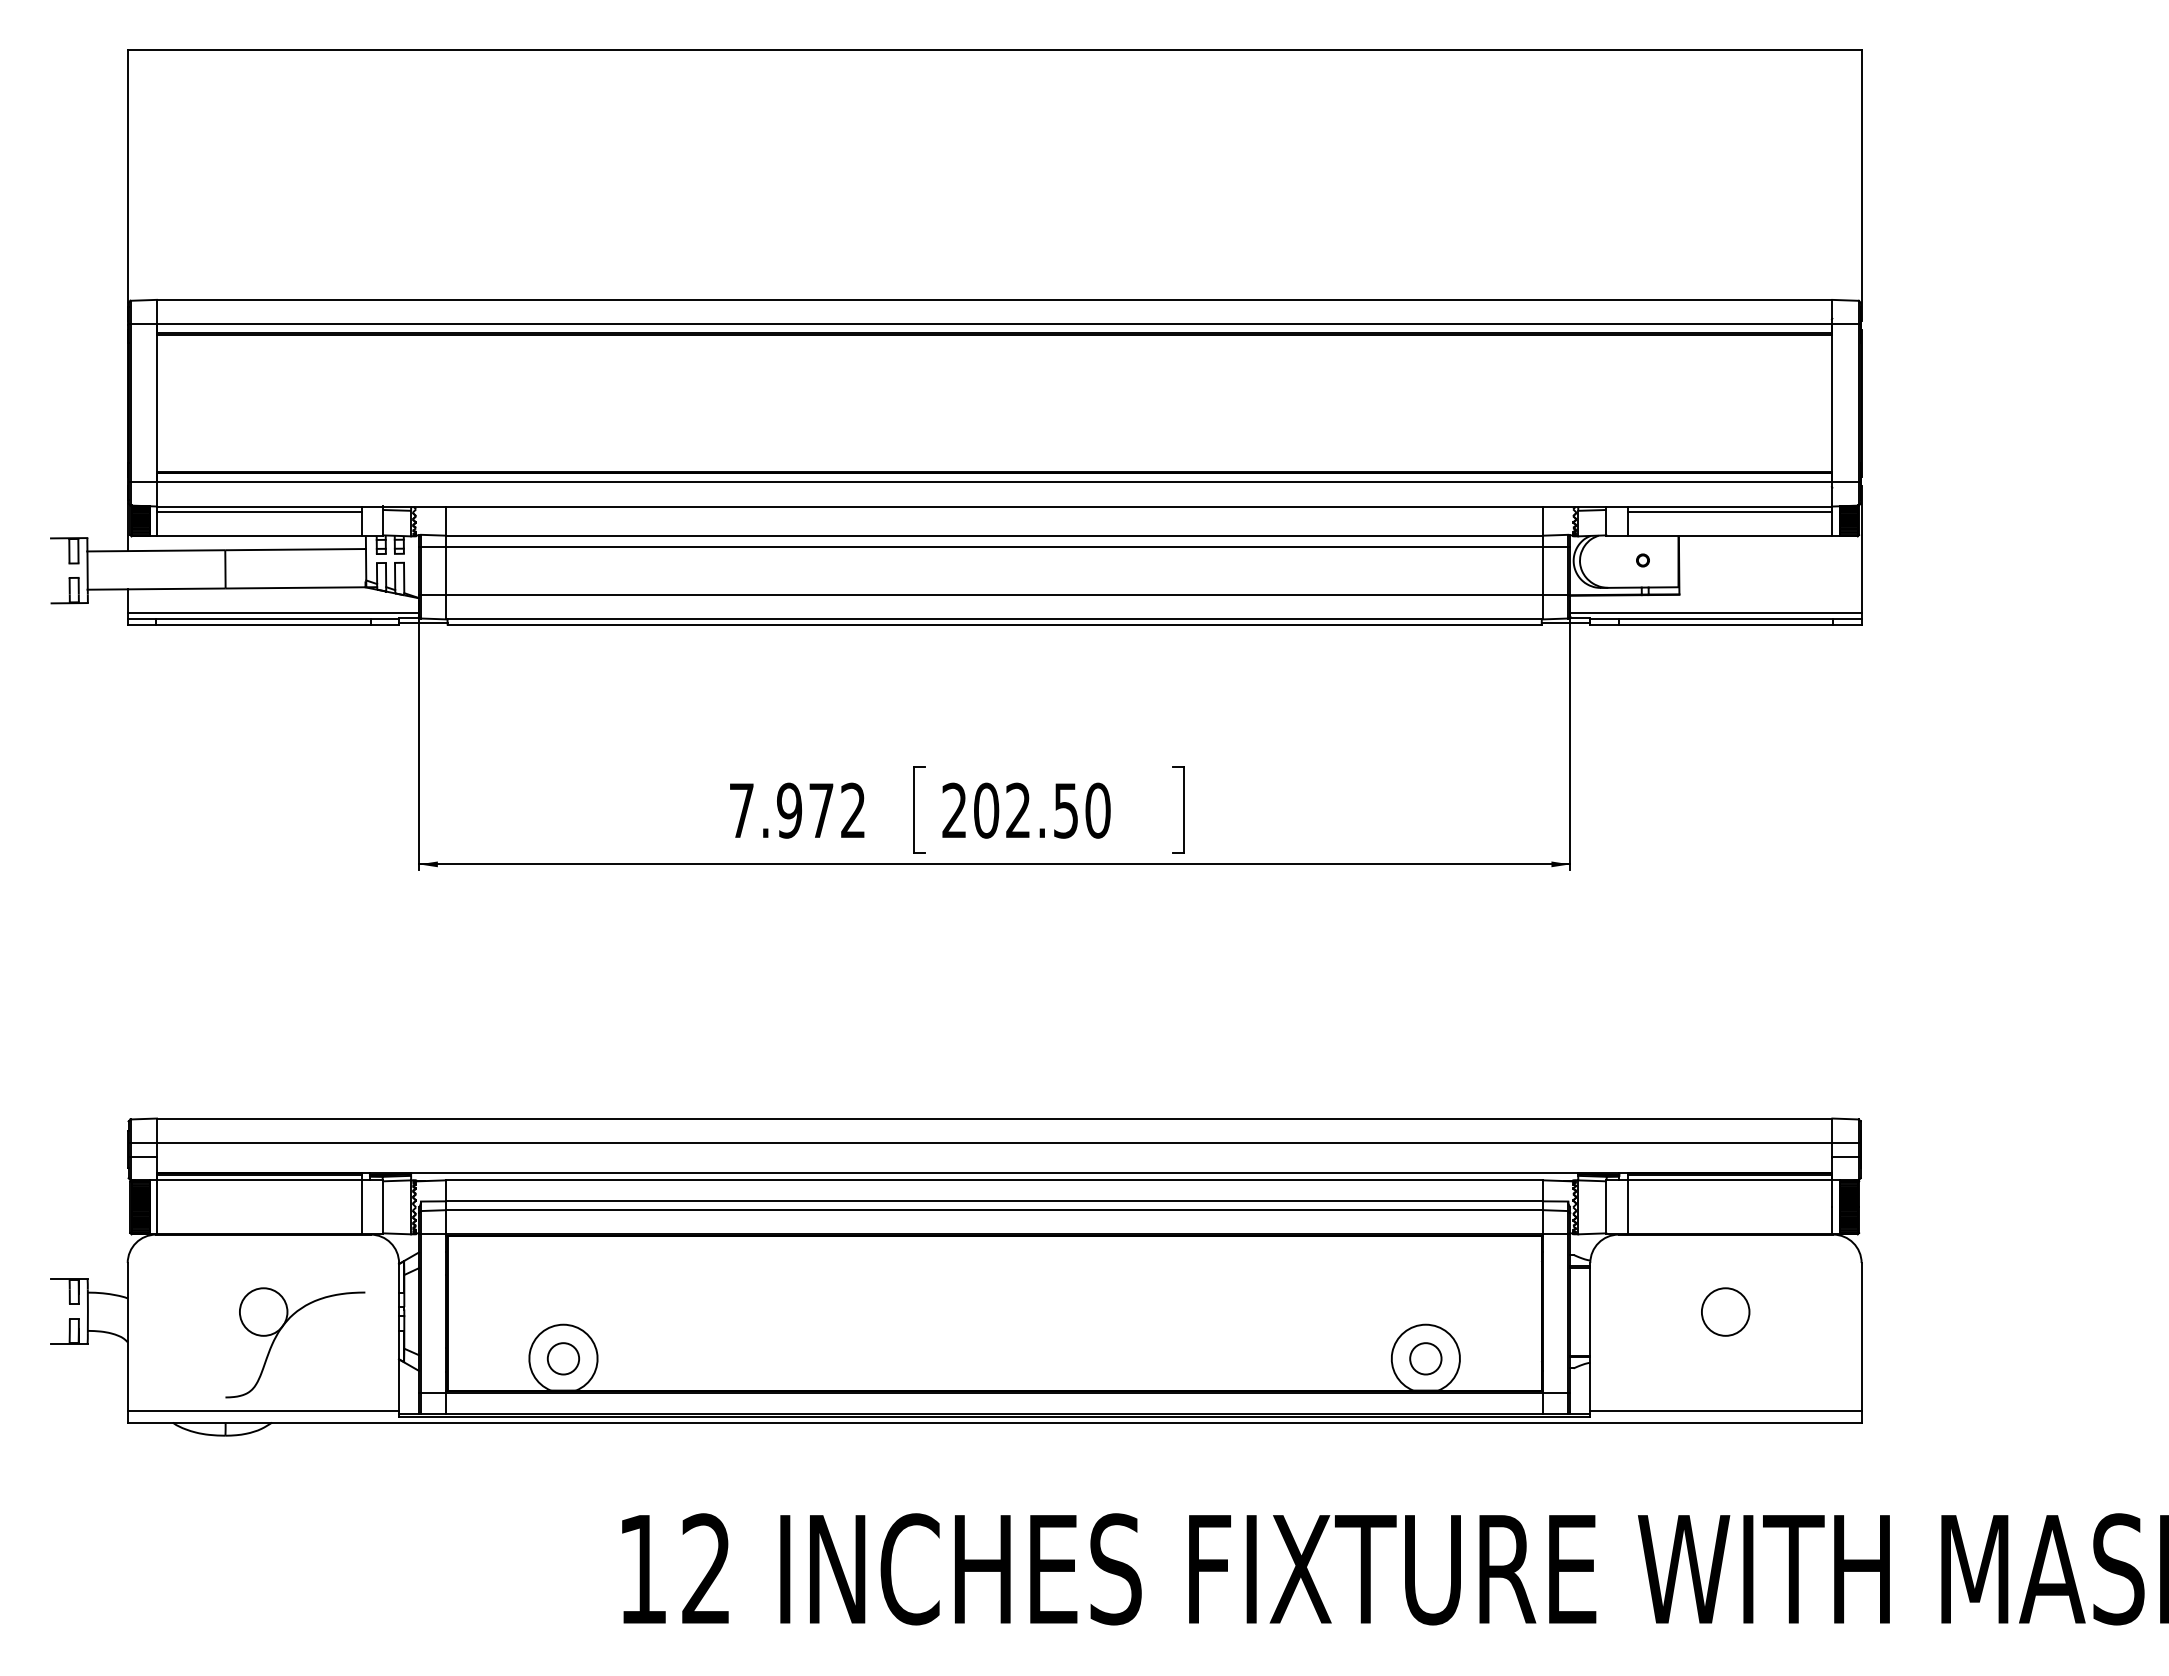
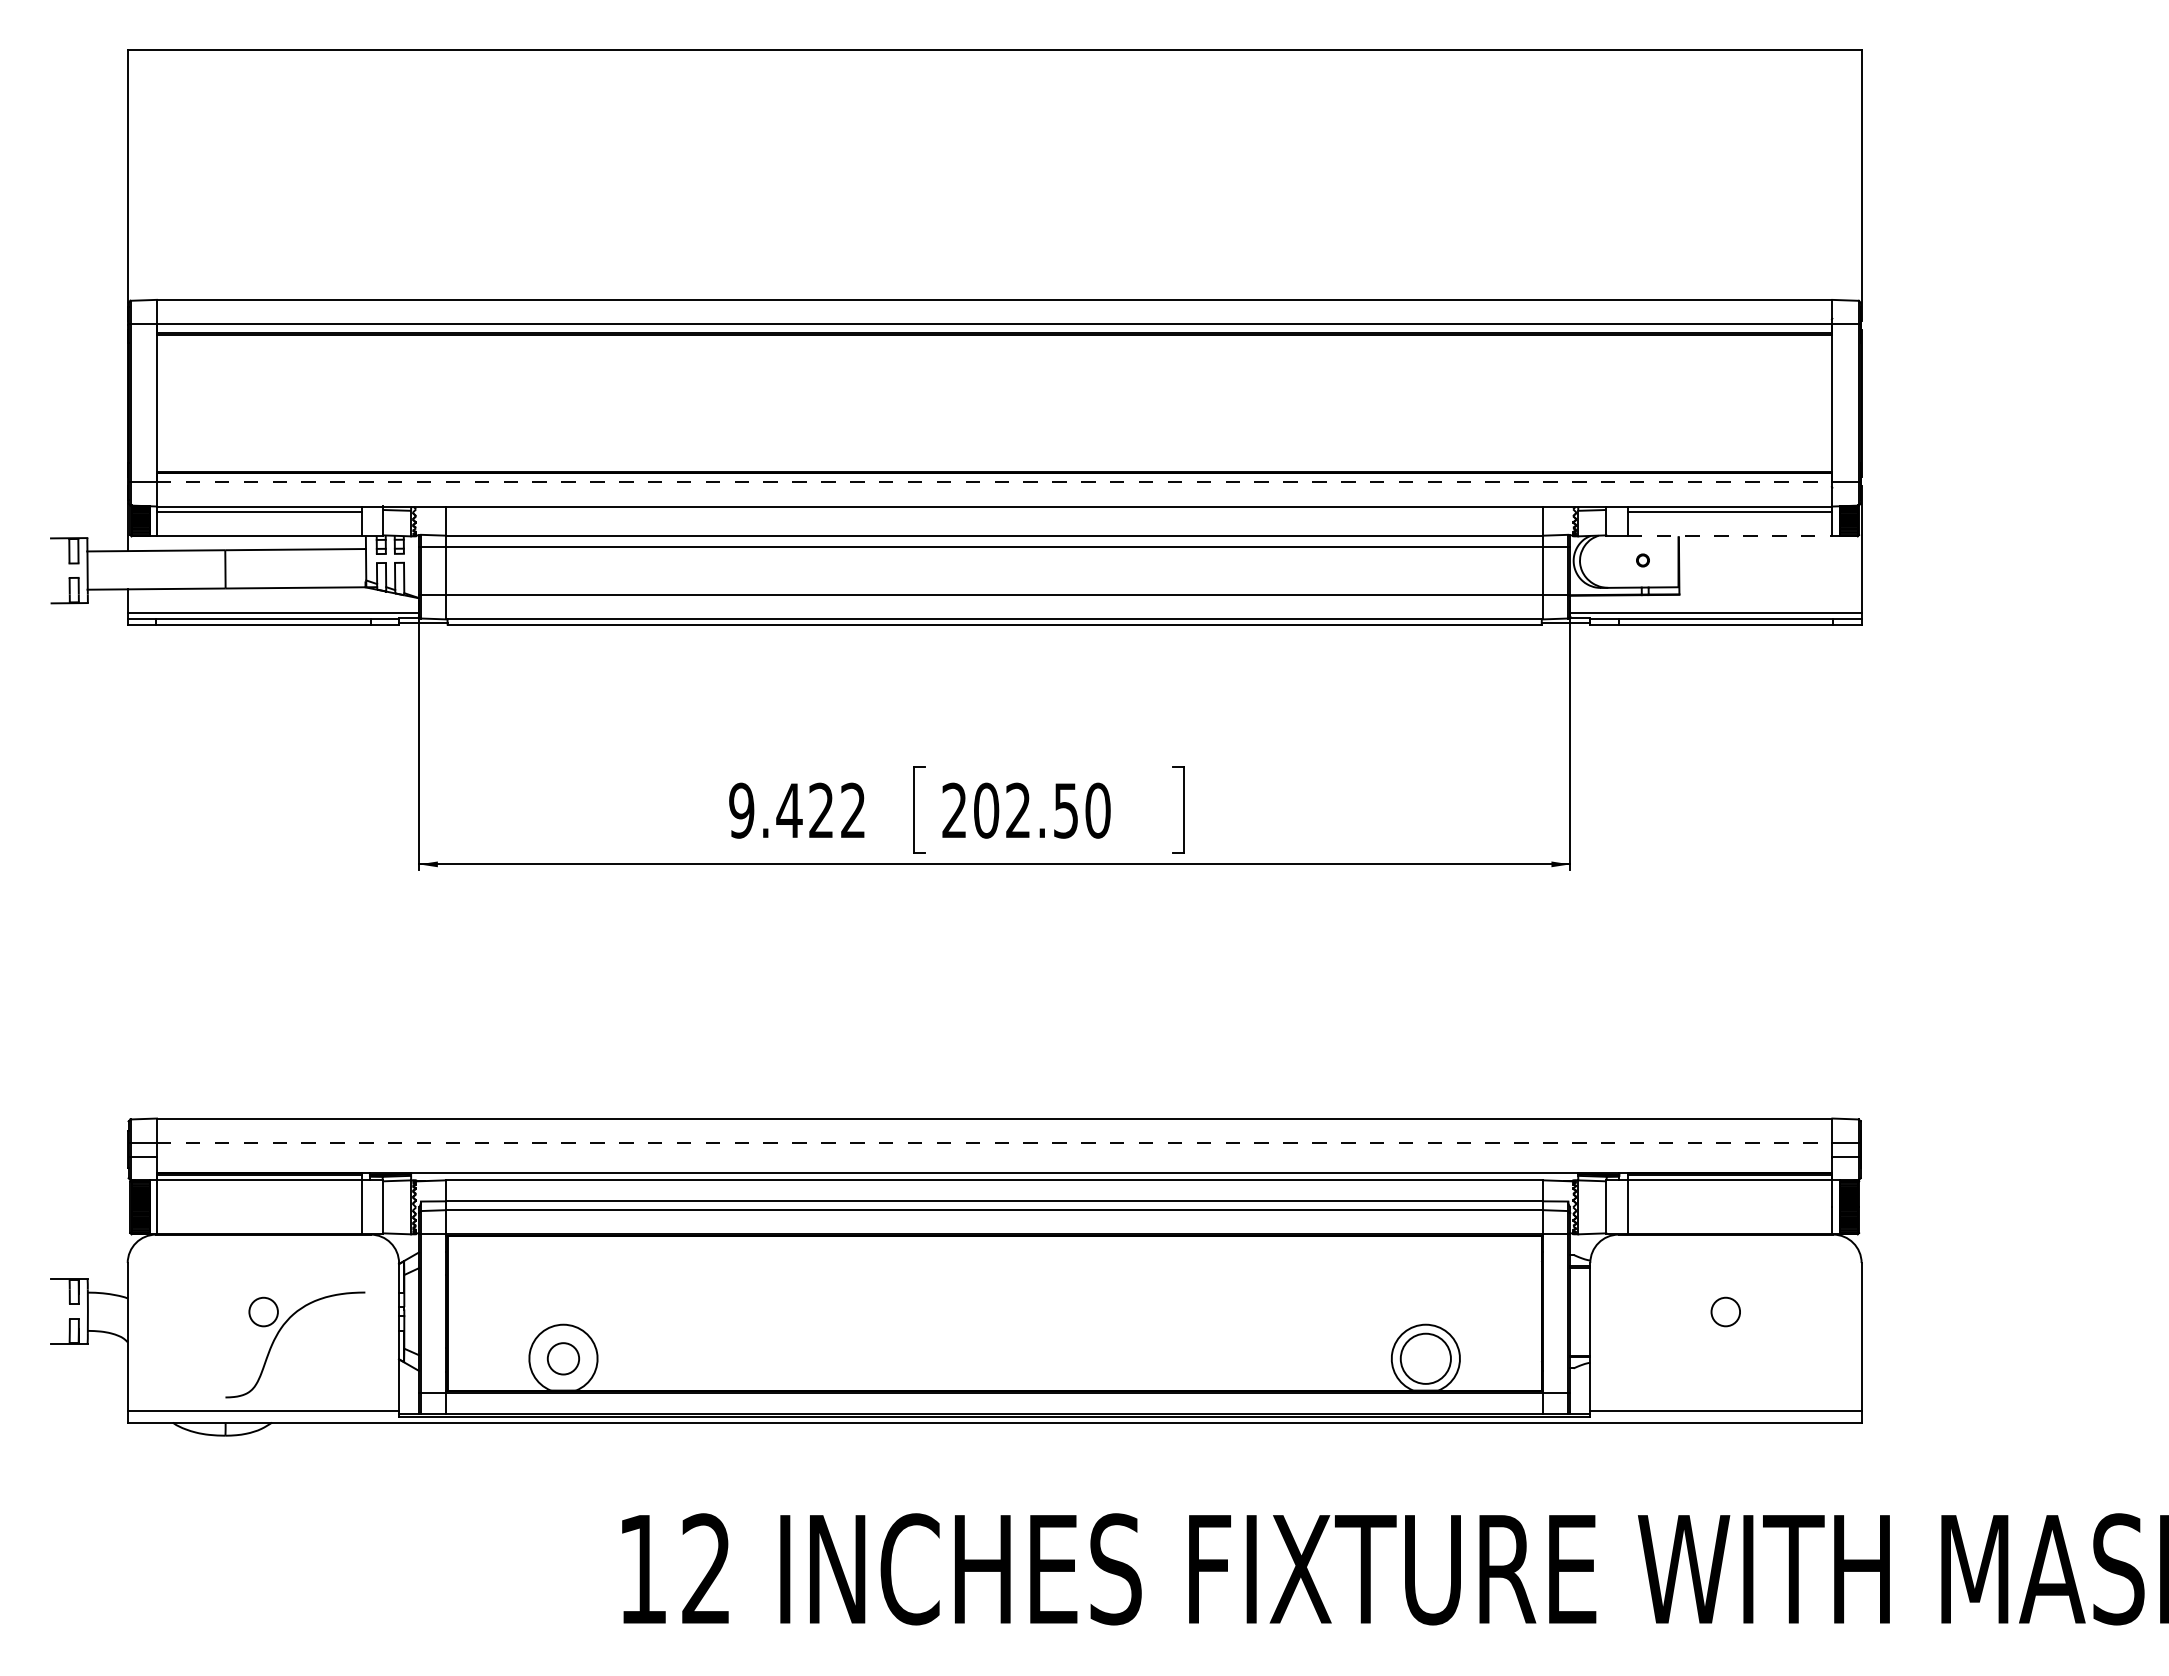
line at (994, 482): solid -> dashed
line at (1730, 536): solid -> dashed
text at (781, 810): 7.972 -> 9.422
line at (994, 1142): solid -> dashed
circle at (263, 1311) diameter: 48 px -> 29 px
circle at (1725, 1311) size: 50x50 px -> 31x32 px
circle at (1425, 1358) diameter: 31 px -> 50 px
